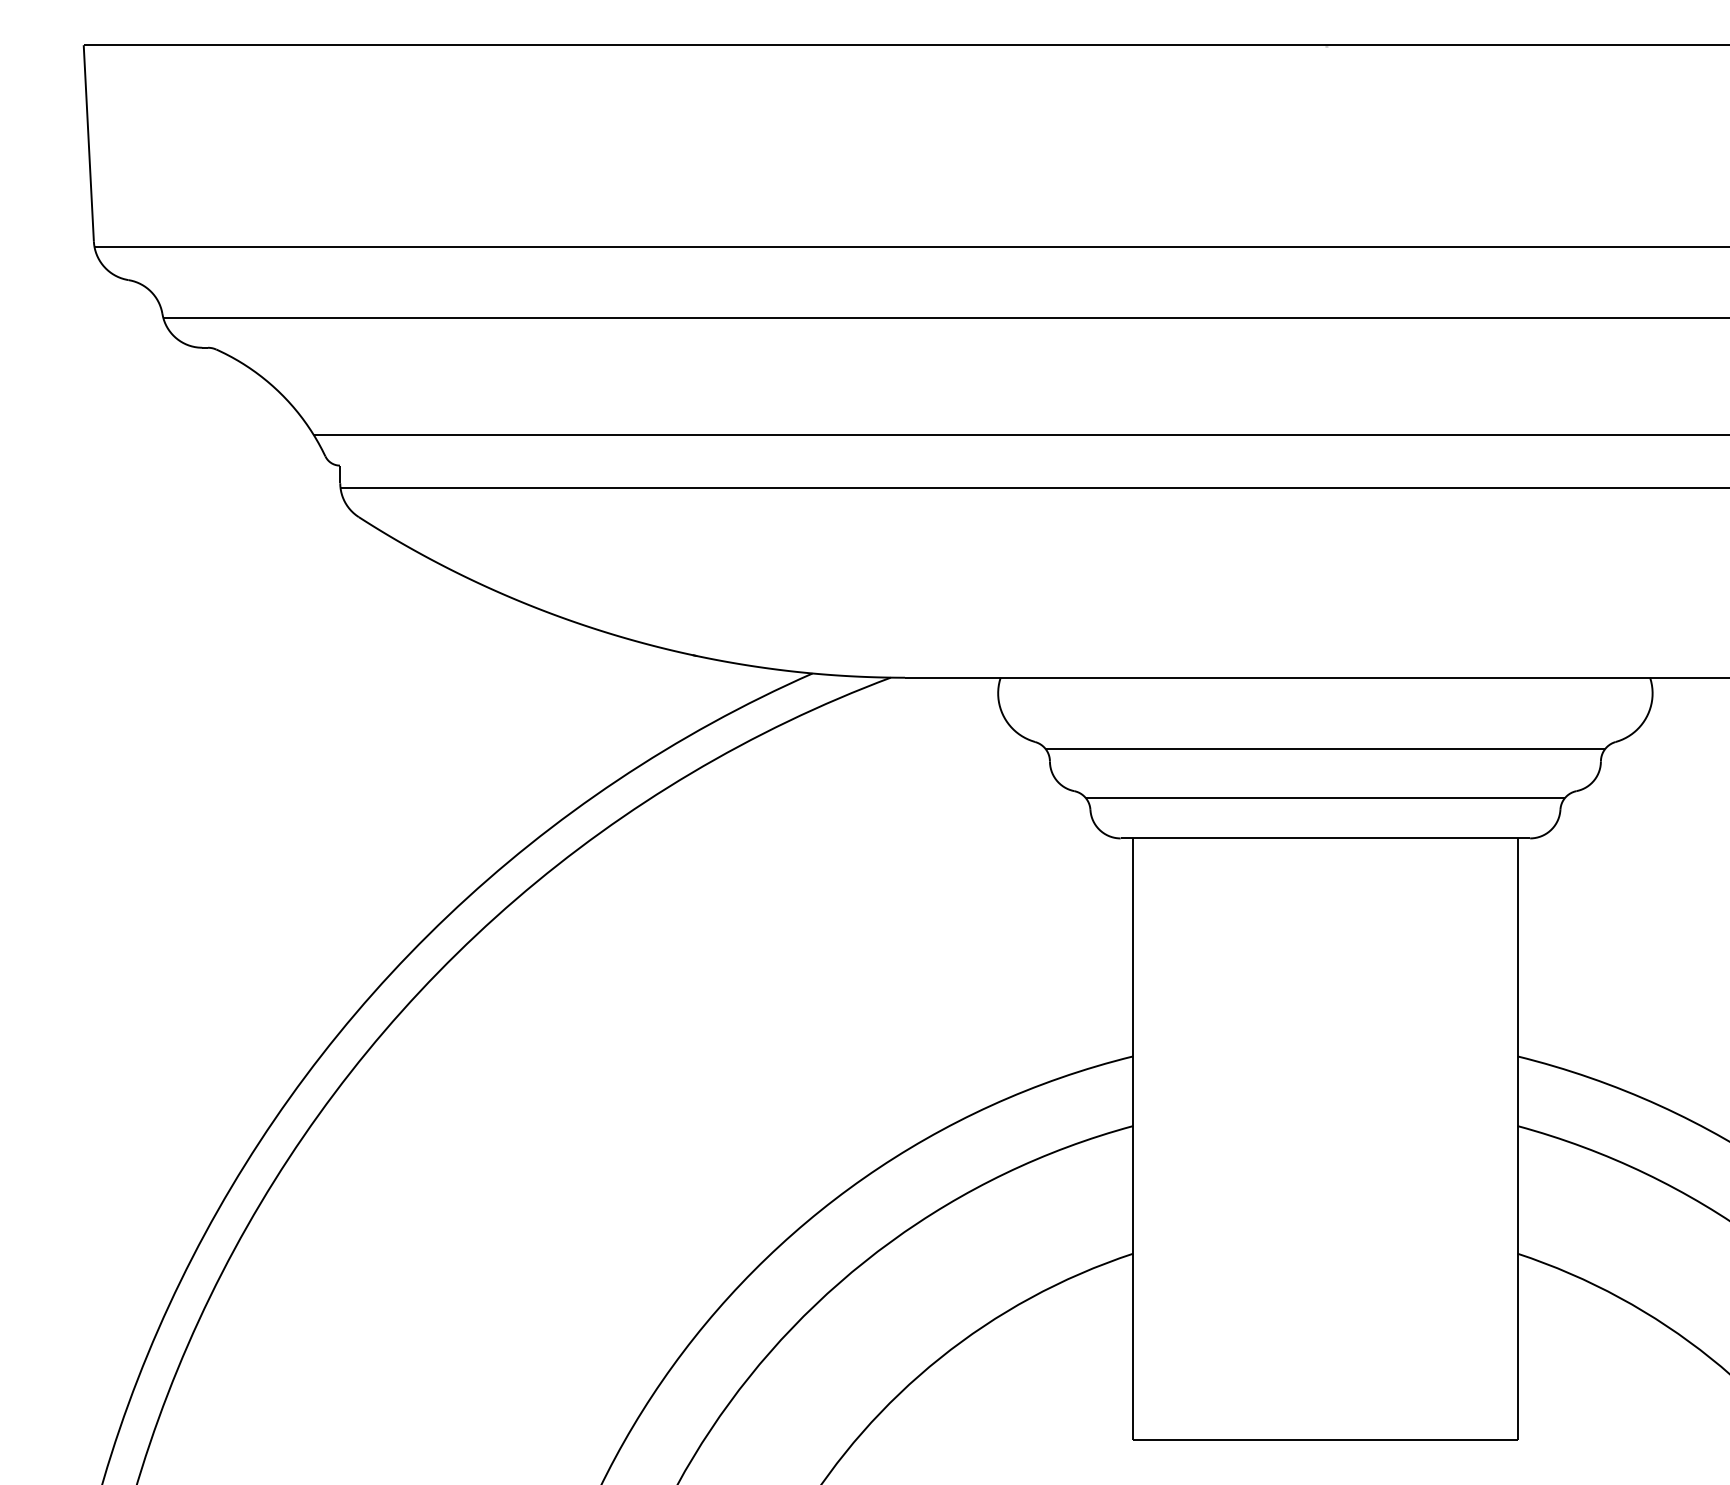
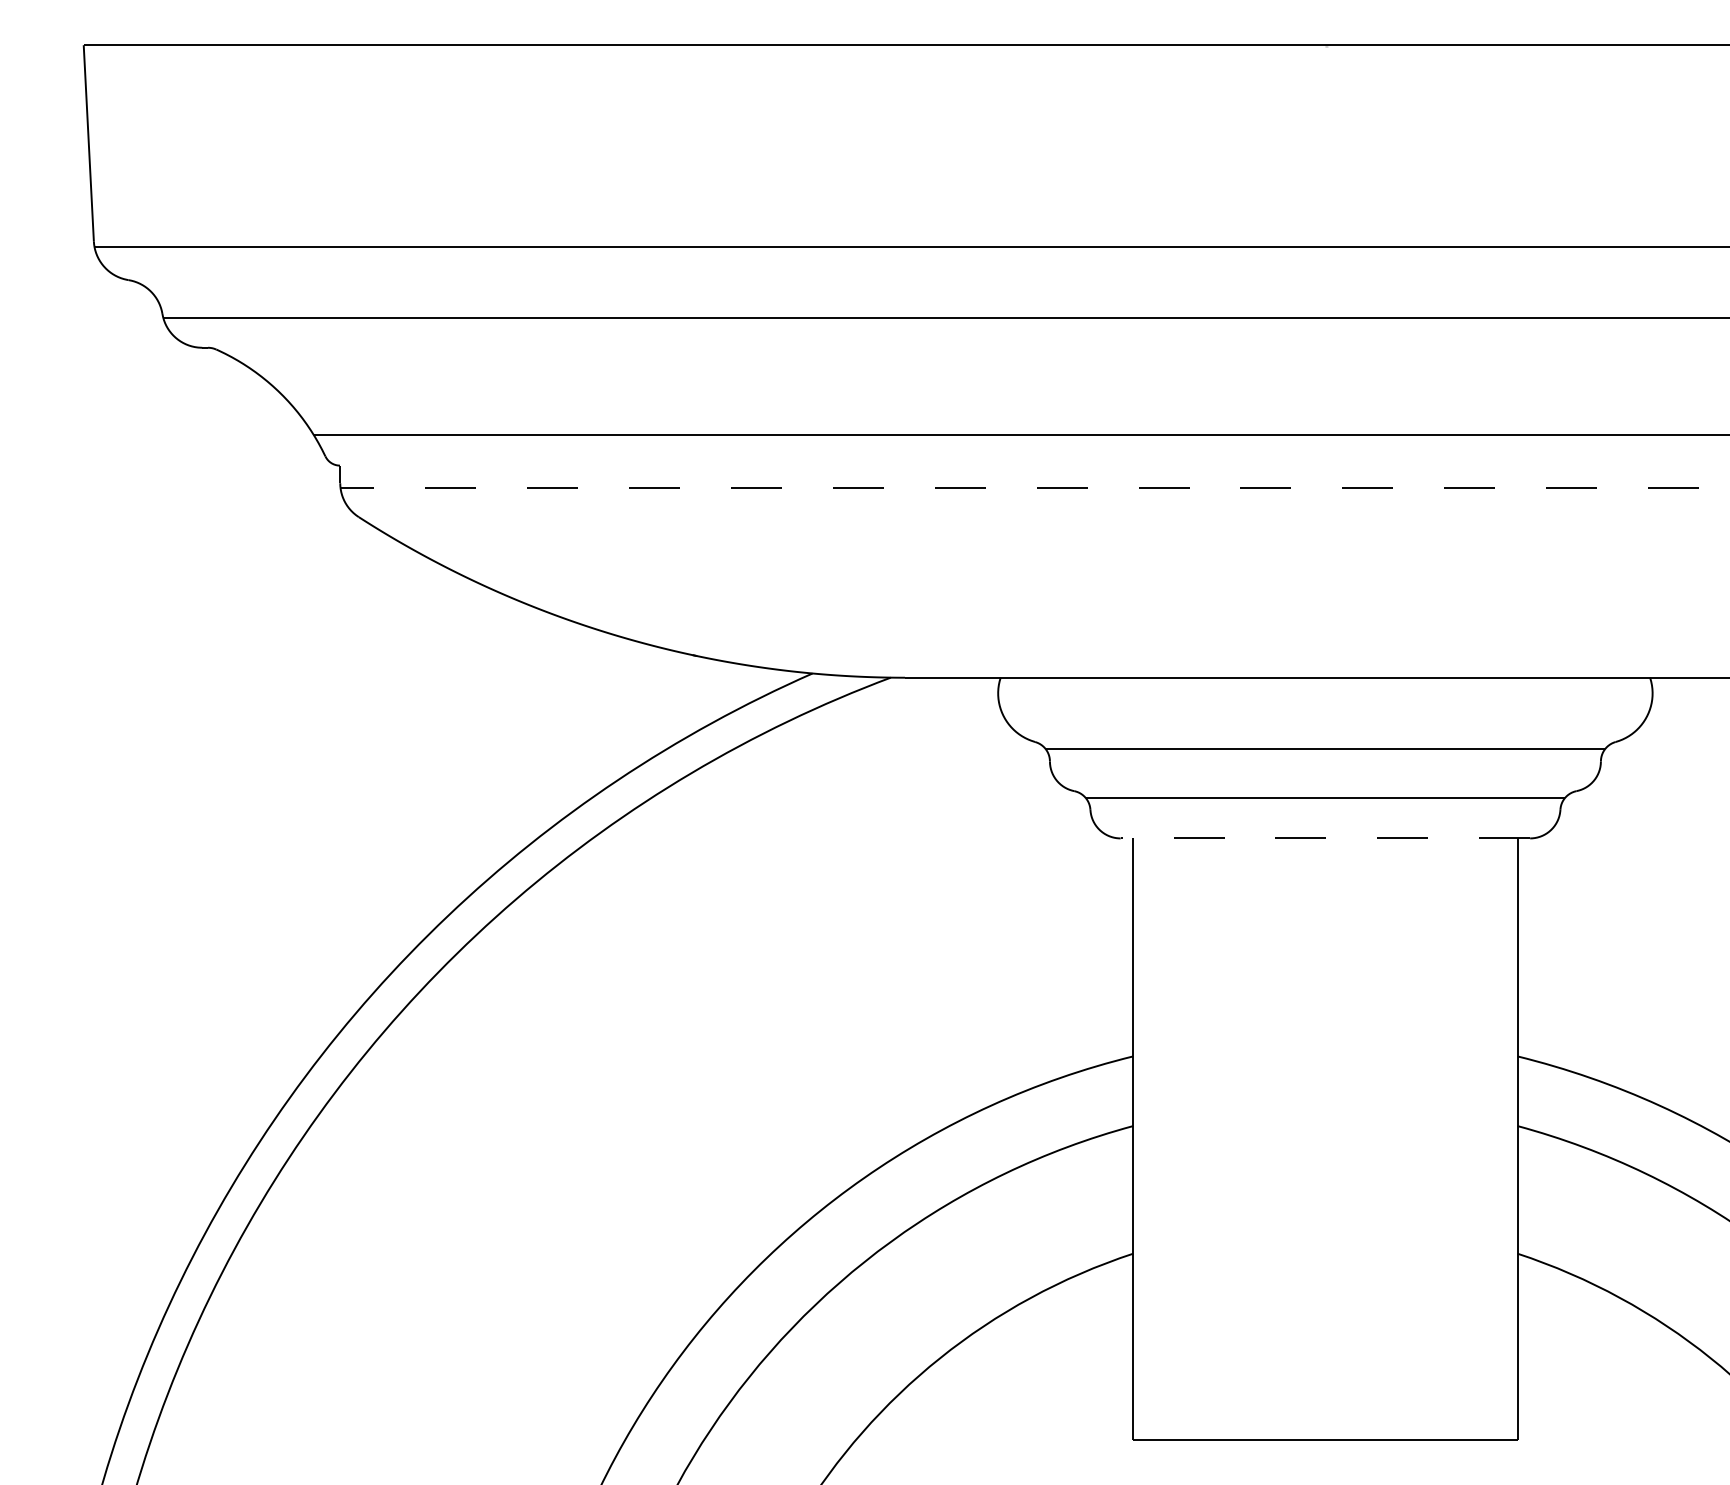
line at (1034, 488): solid -> dashed
line at (1325, 838): solid -> dashed
